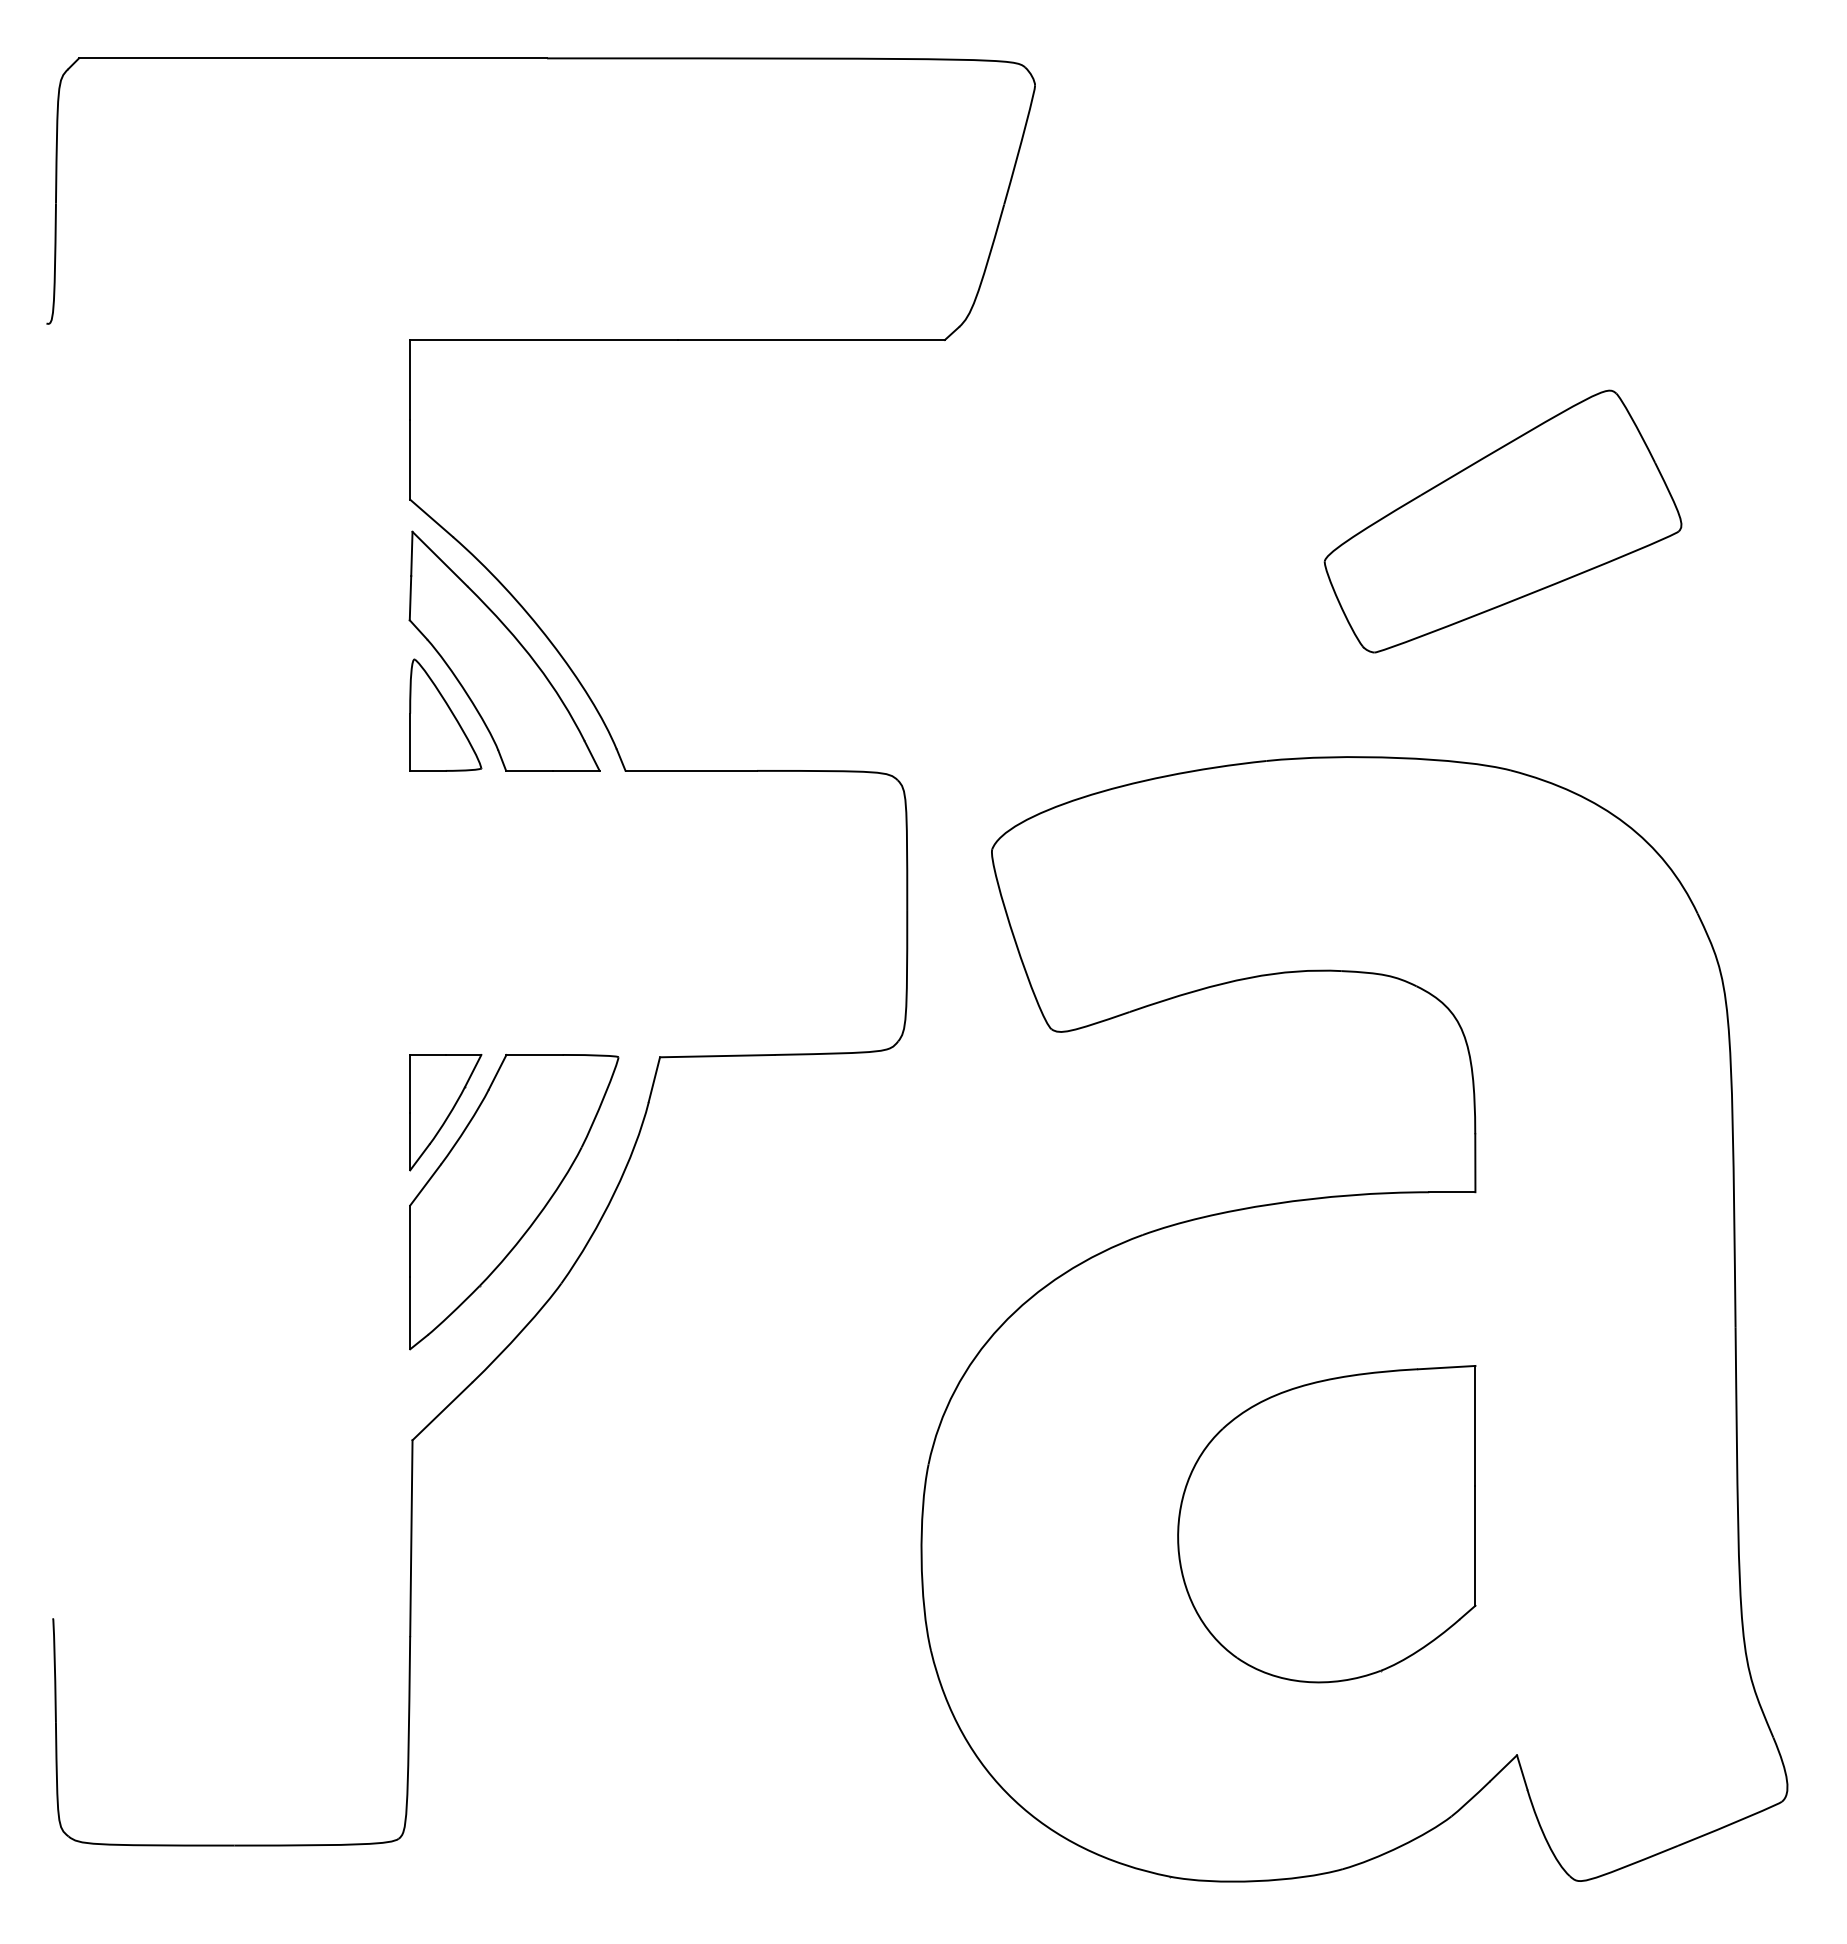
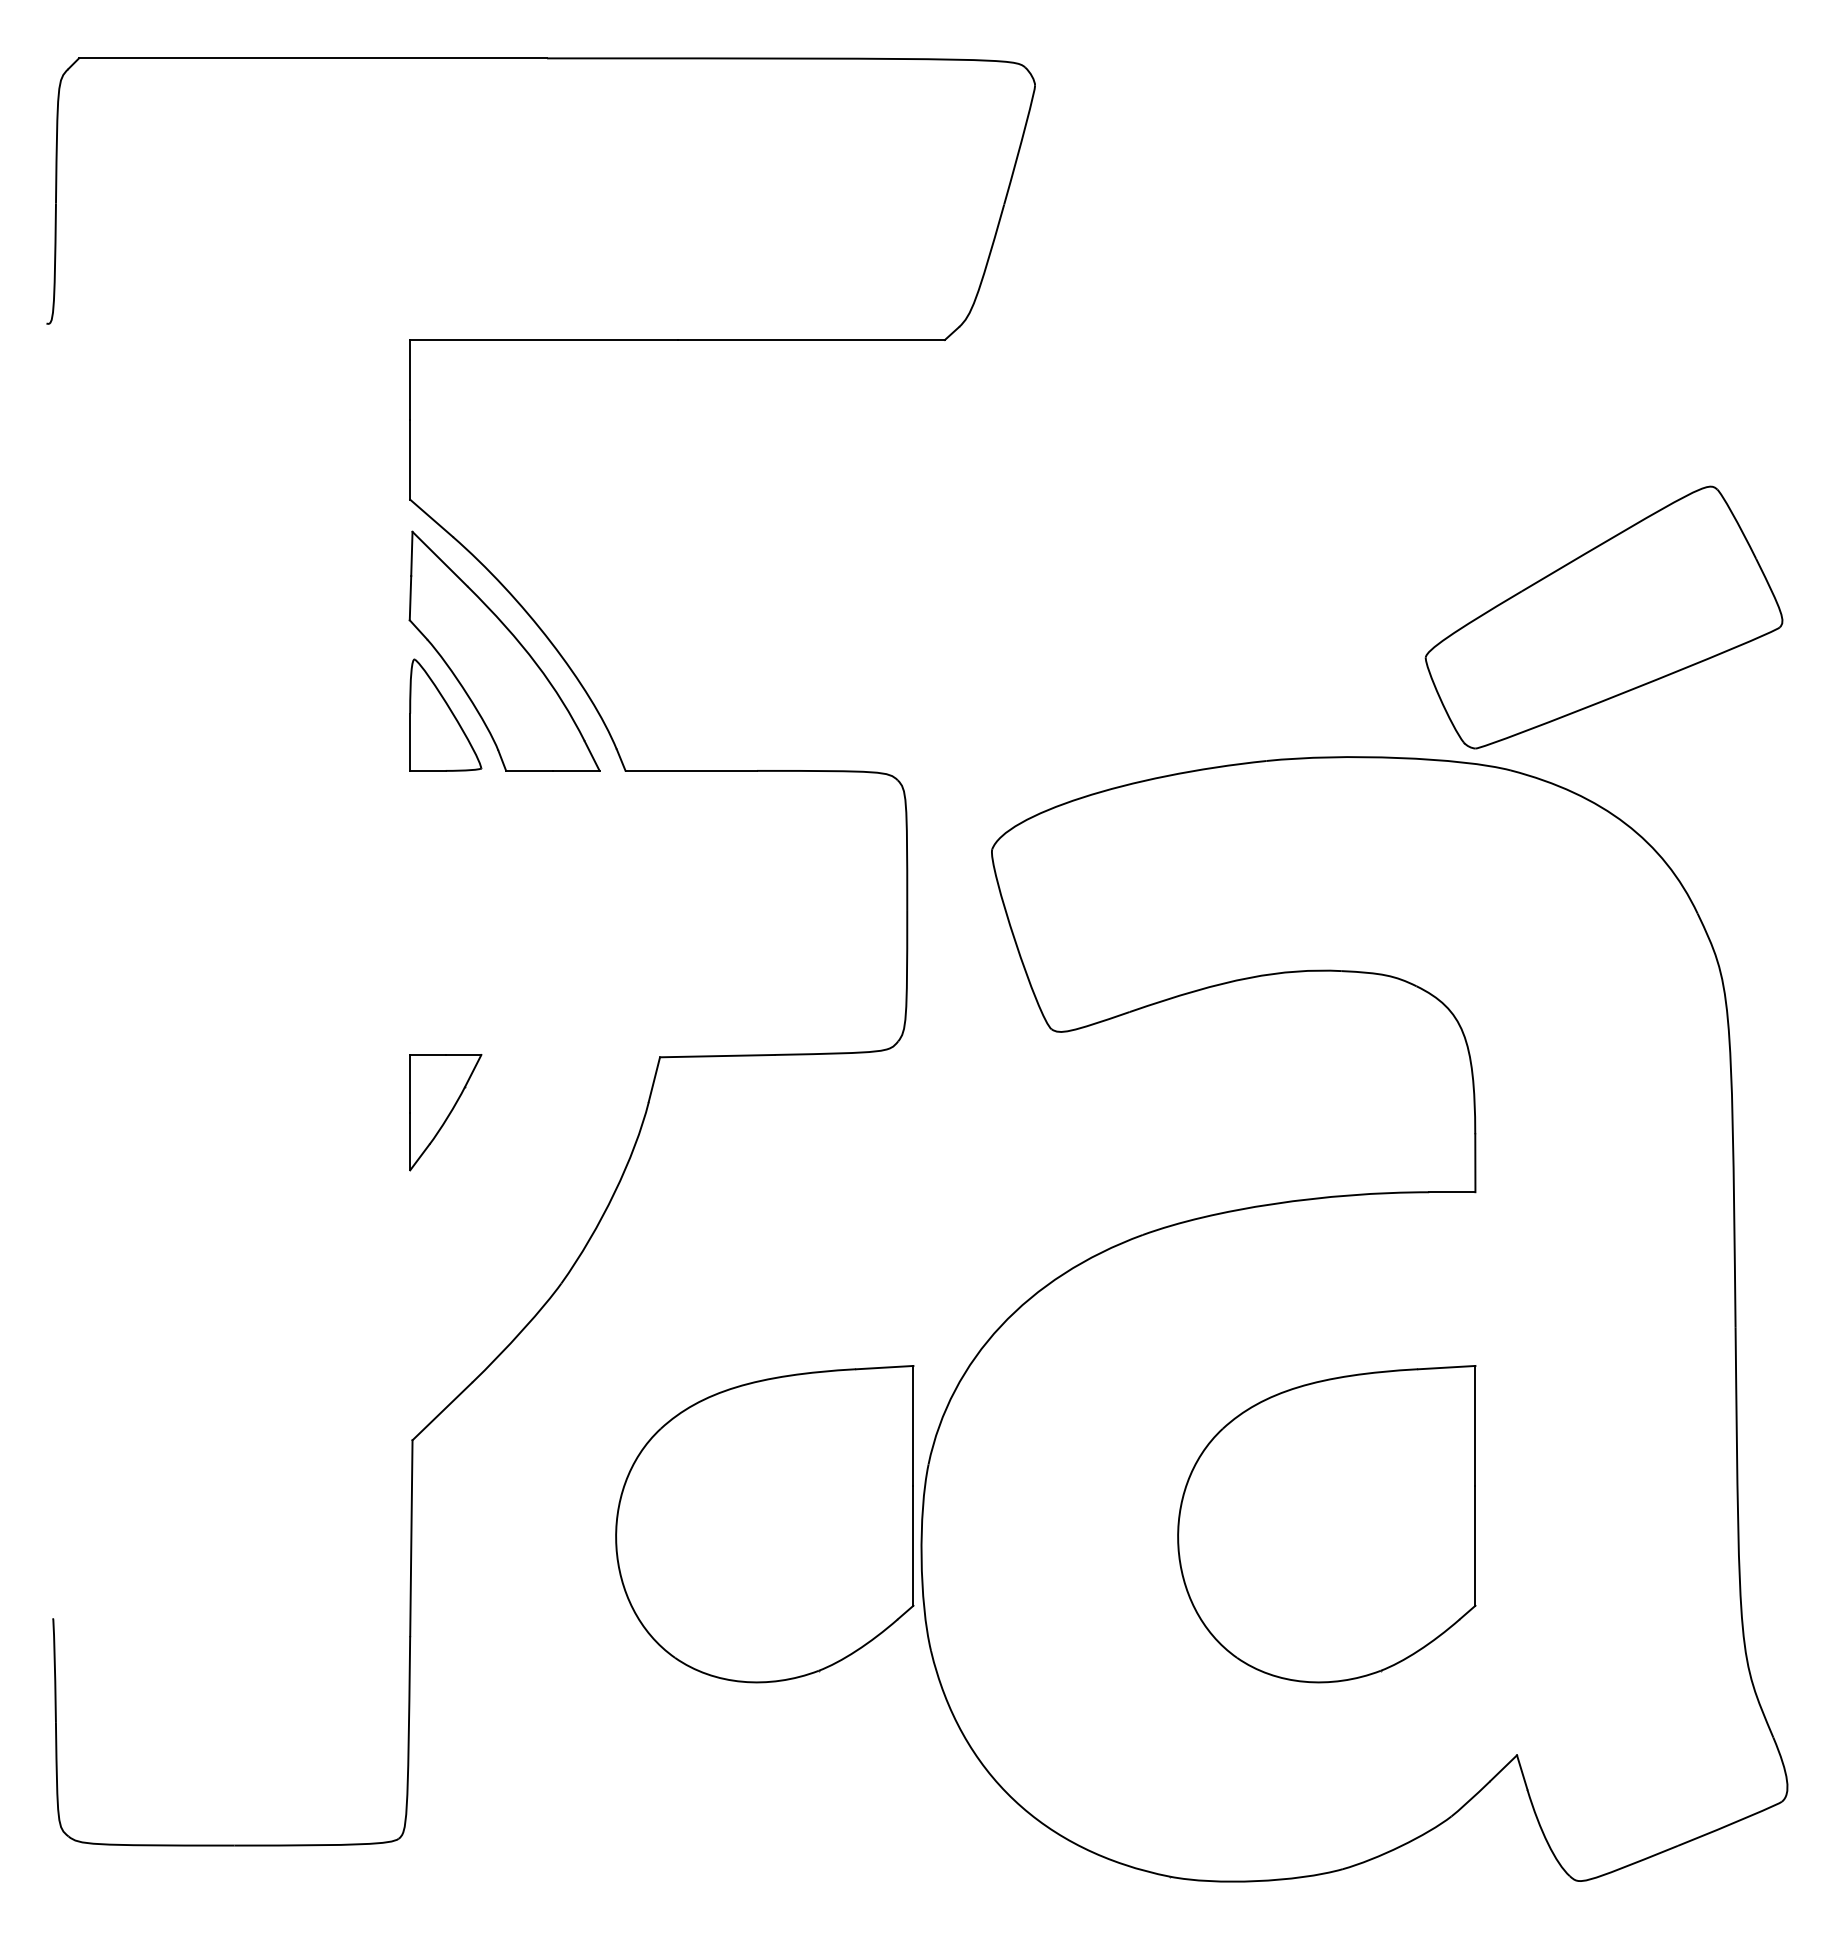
part at (1502, 521) position: (1502, 521) -> (1603, 617)
part at (514, 1202): present -> none
part at (764, 1524): none -> present
